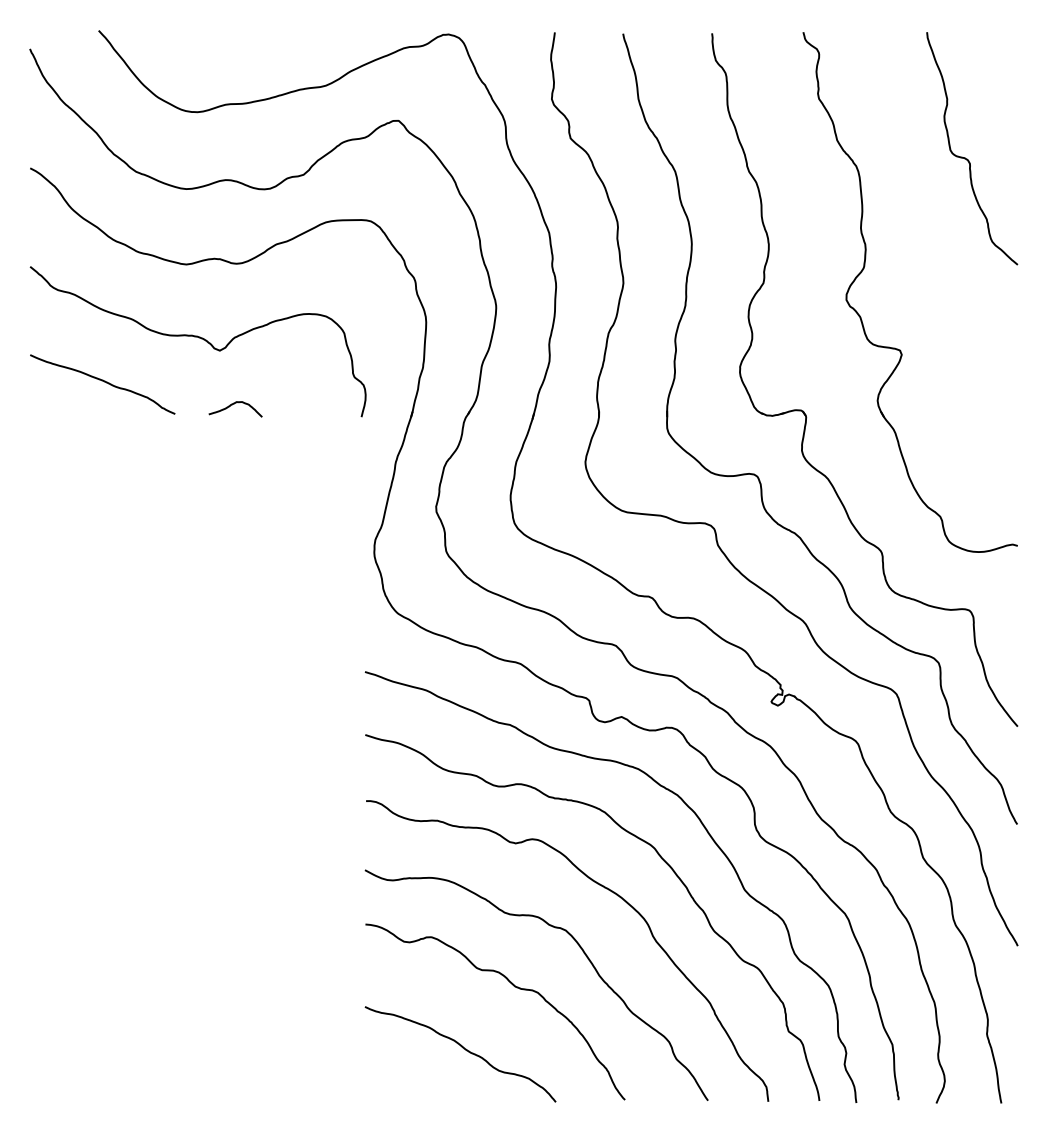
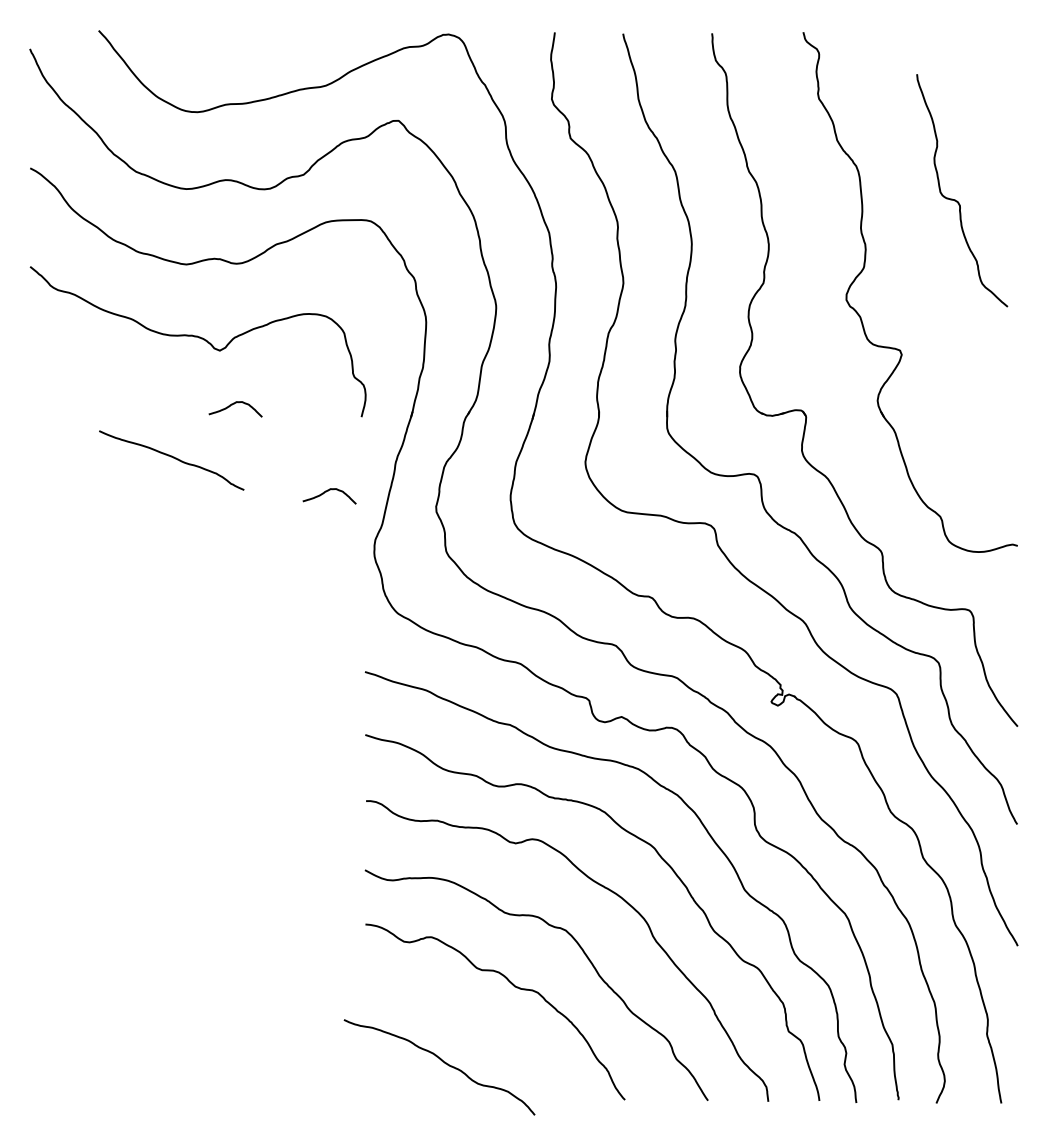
curve at (967, 158) position: (967, 158) -> (957, 200)
curve at (104, 382) position: (104, 382) -> (173, 458)
curve at (326, 492): none -> present
curve at (462, 1048) position: (462, 1048) -> (441, 1061)
